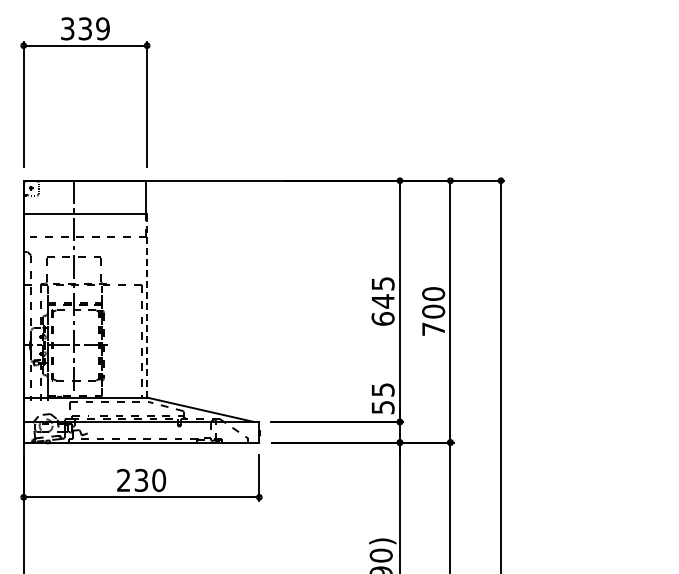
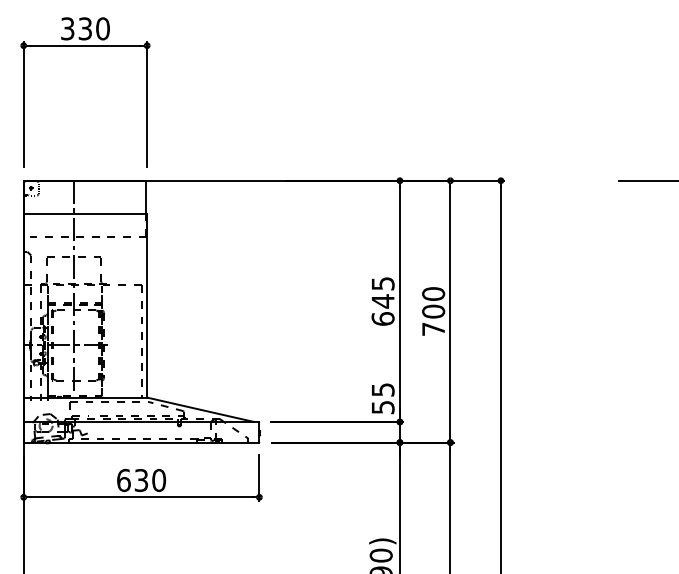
text at (102, 28): 339 -> 330
line at (646, 180): none -> present
line at (147, 306): dashed -> solid
text at (123, 480): 230 -> 630
